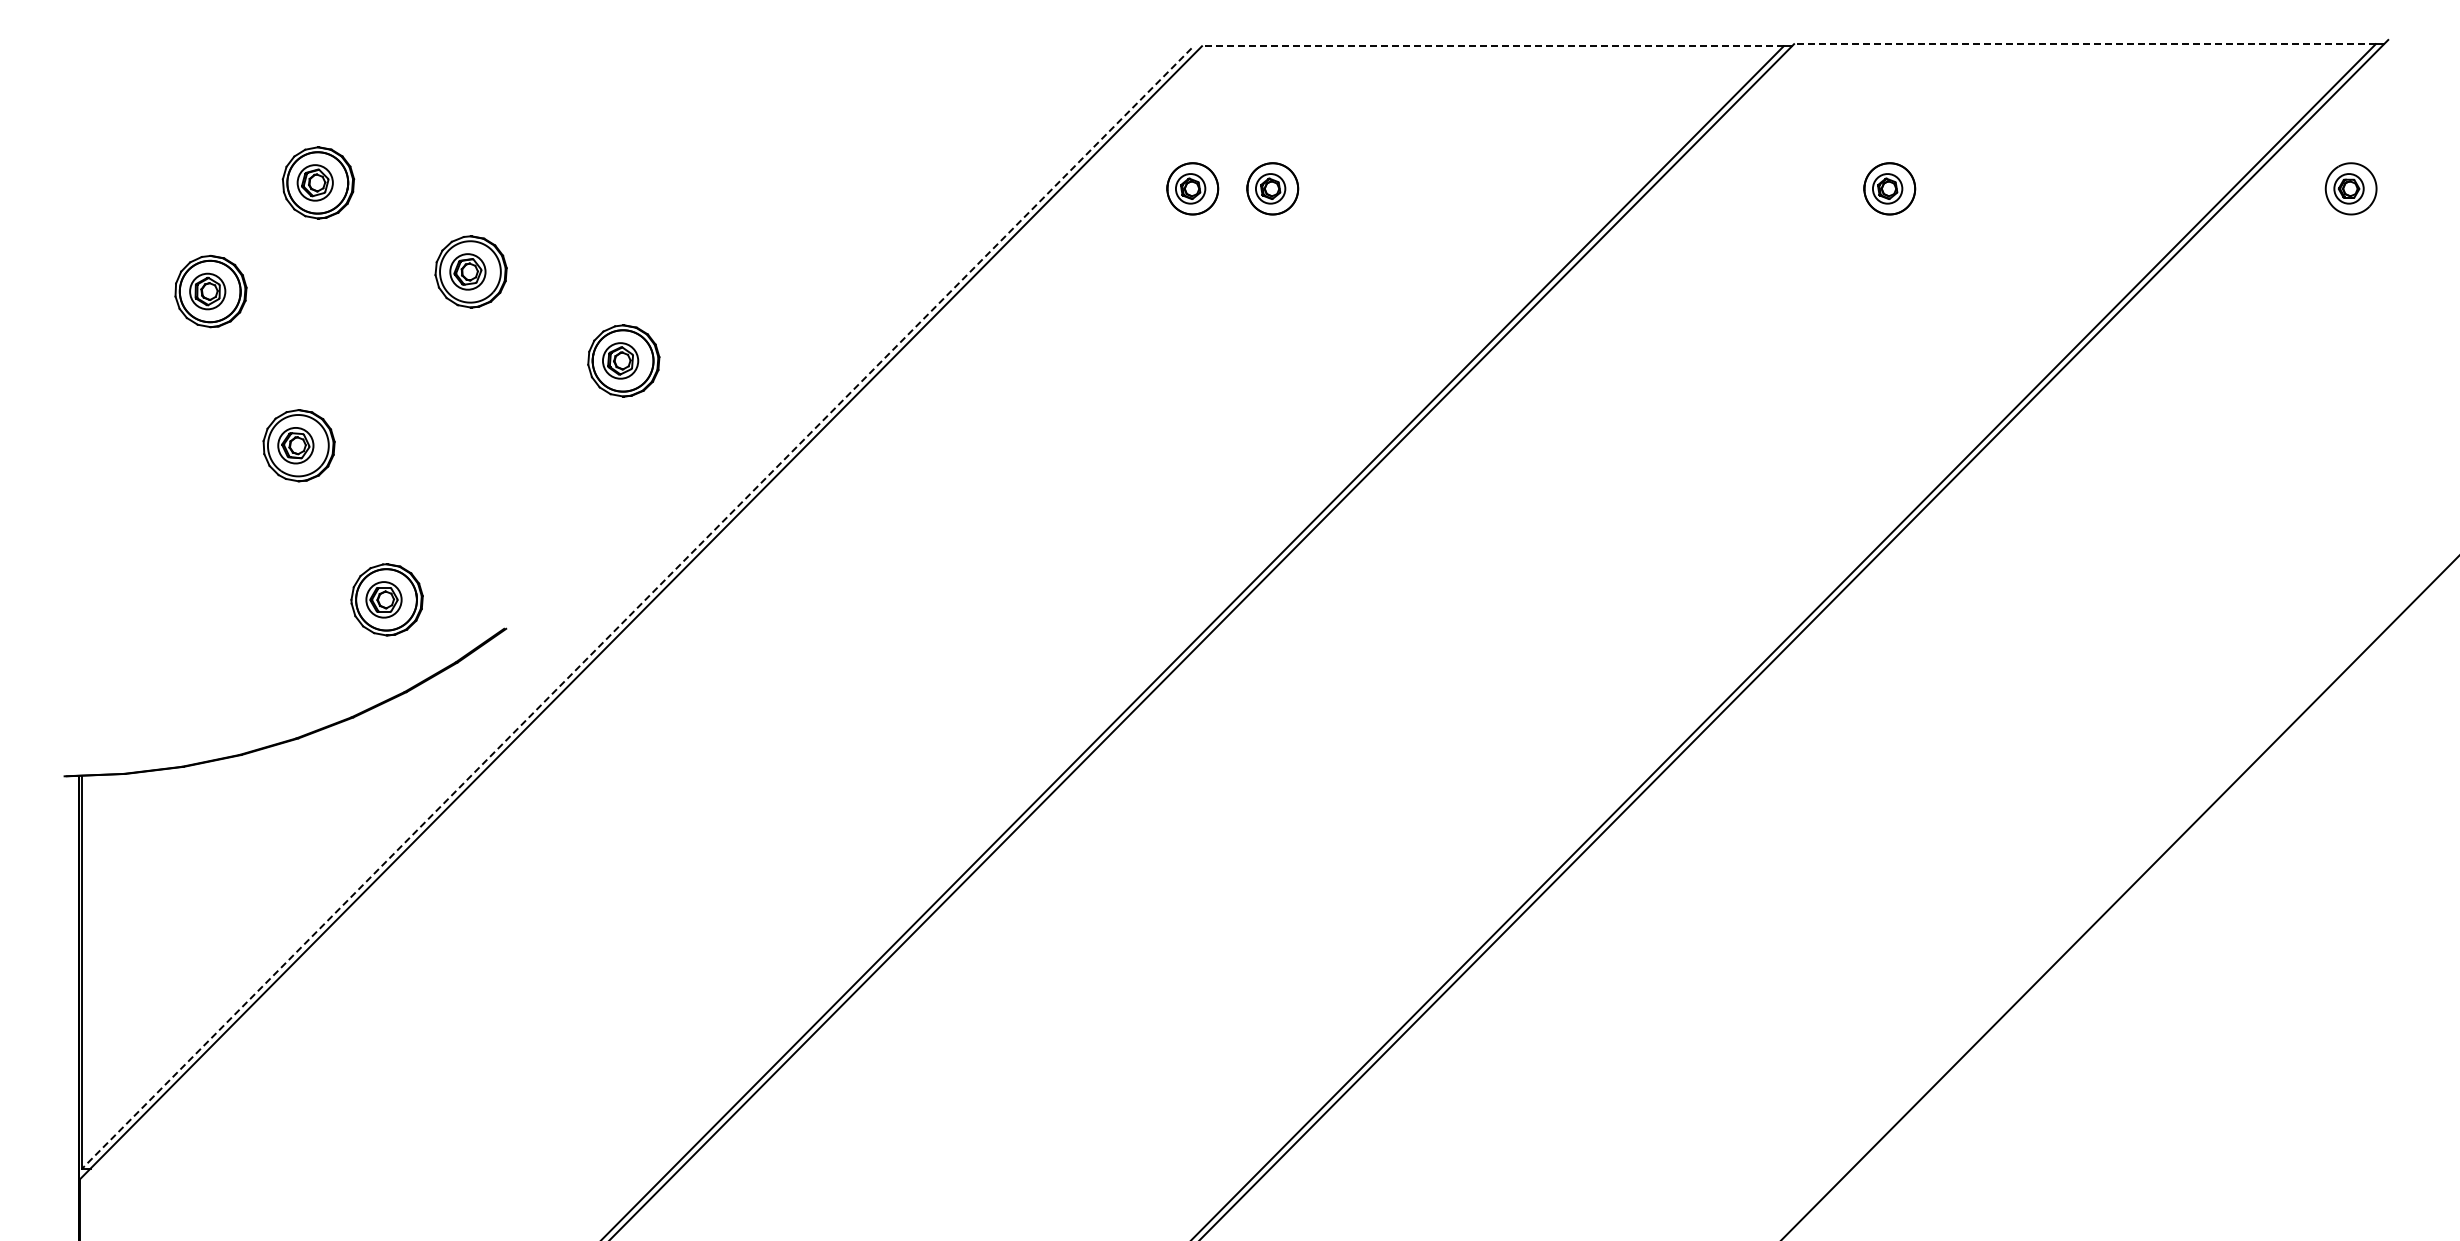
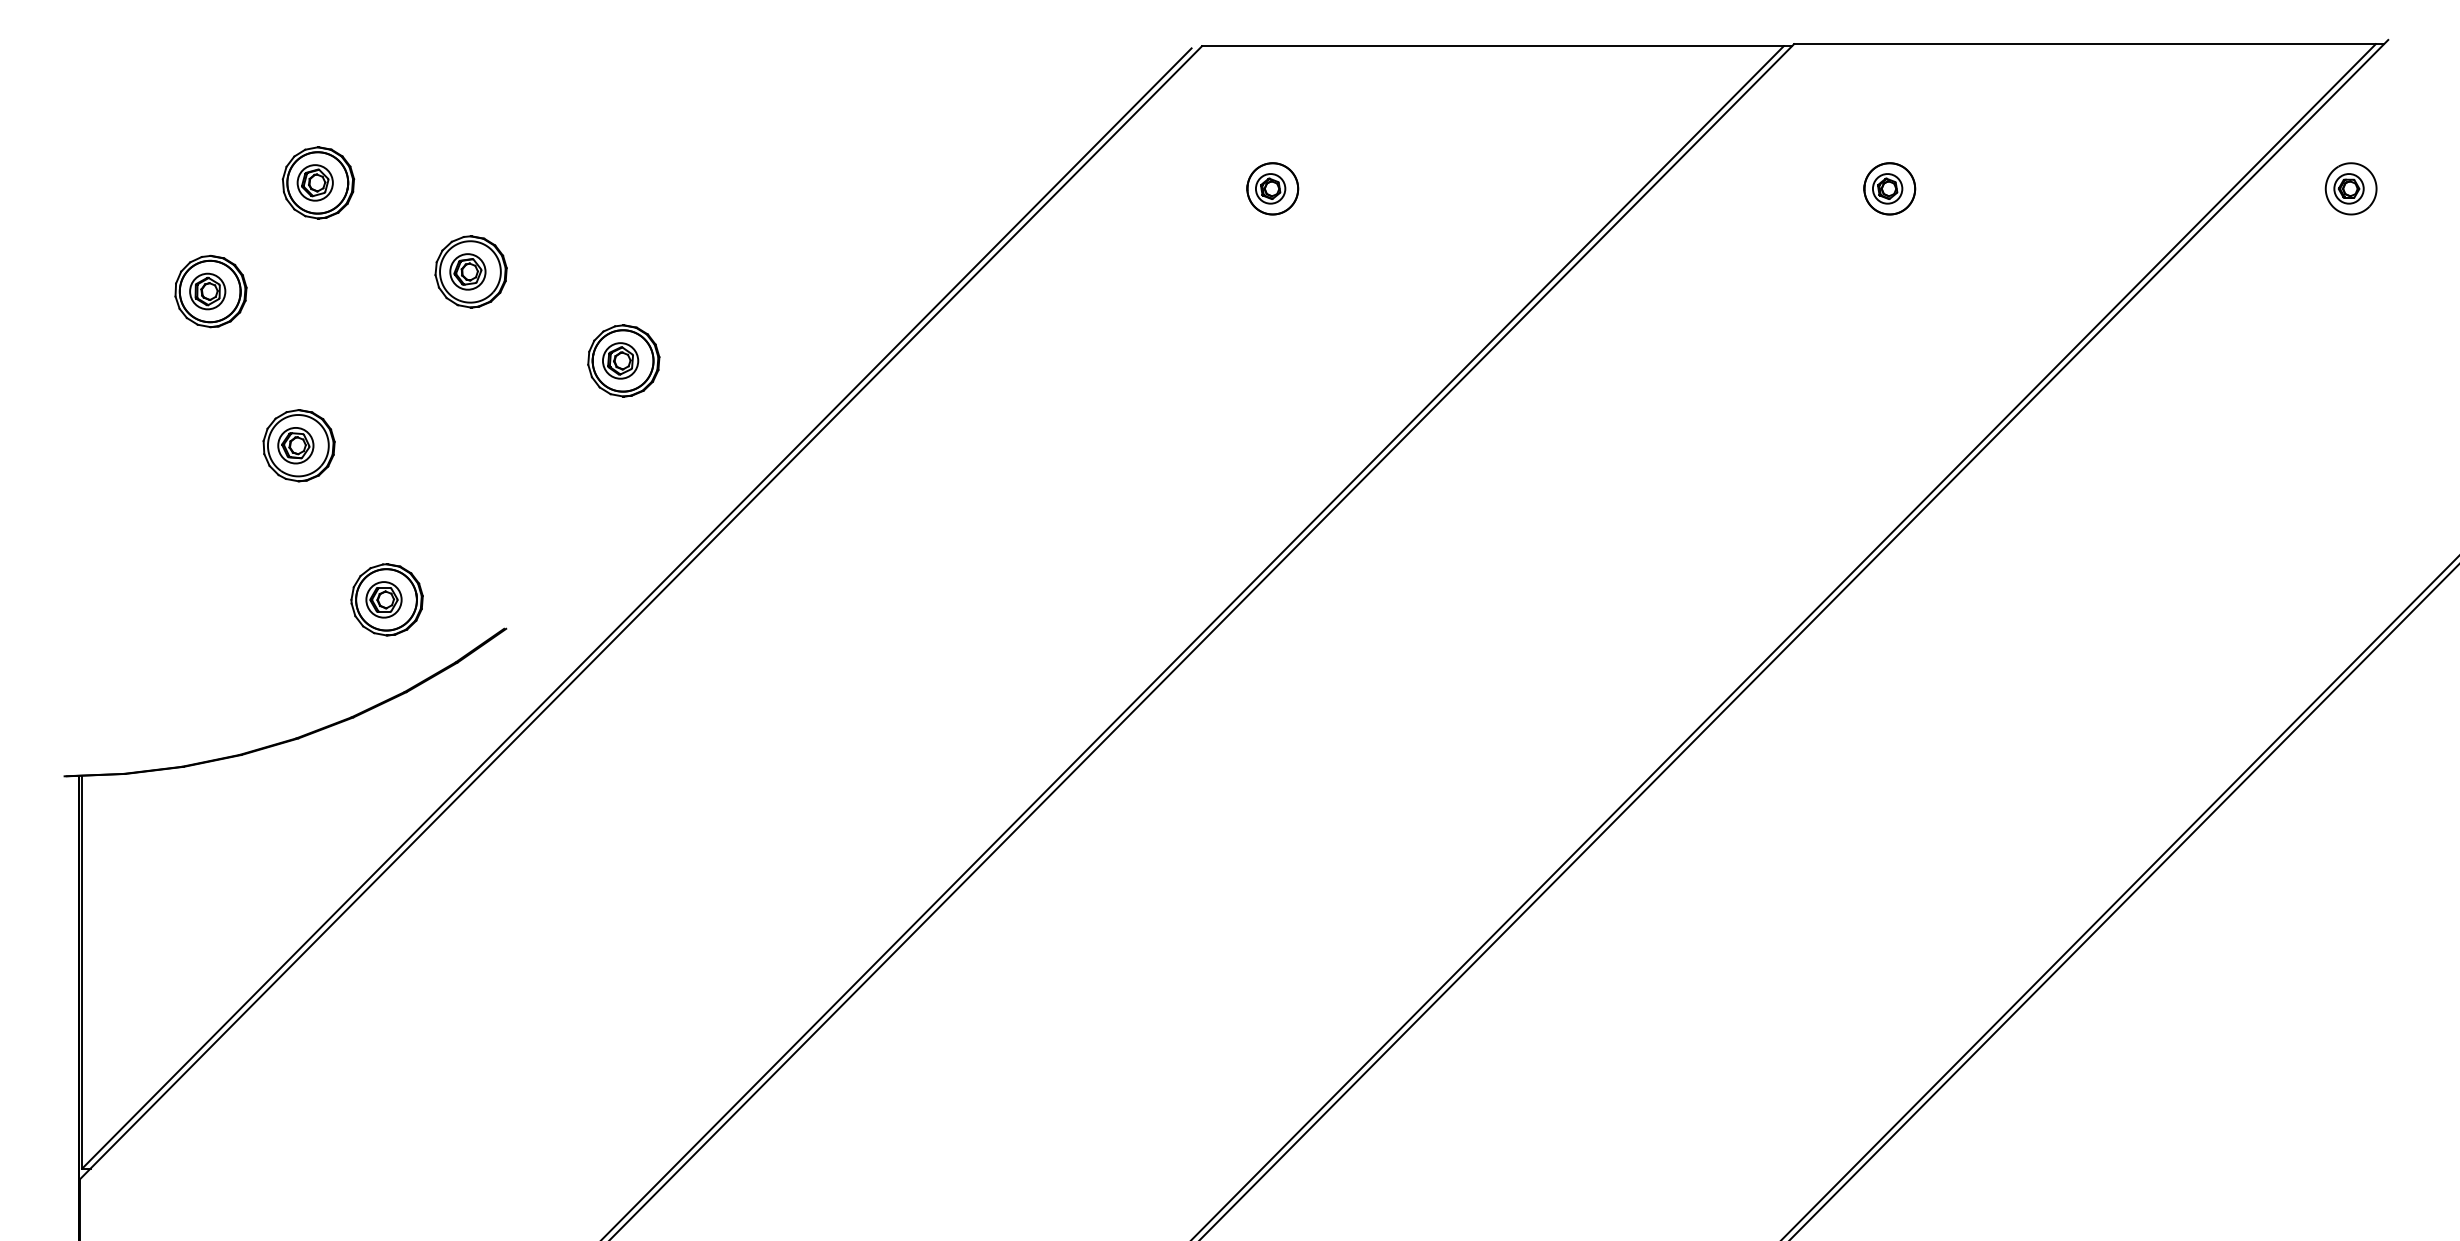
line at (2084, 44): dashed -> solid
line at (1492, 46): dashed -> solid
part at (1192, 188): present -> none
line at (636, 608): dashed -> solid
line at (2124, 901): none -> present
